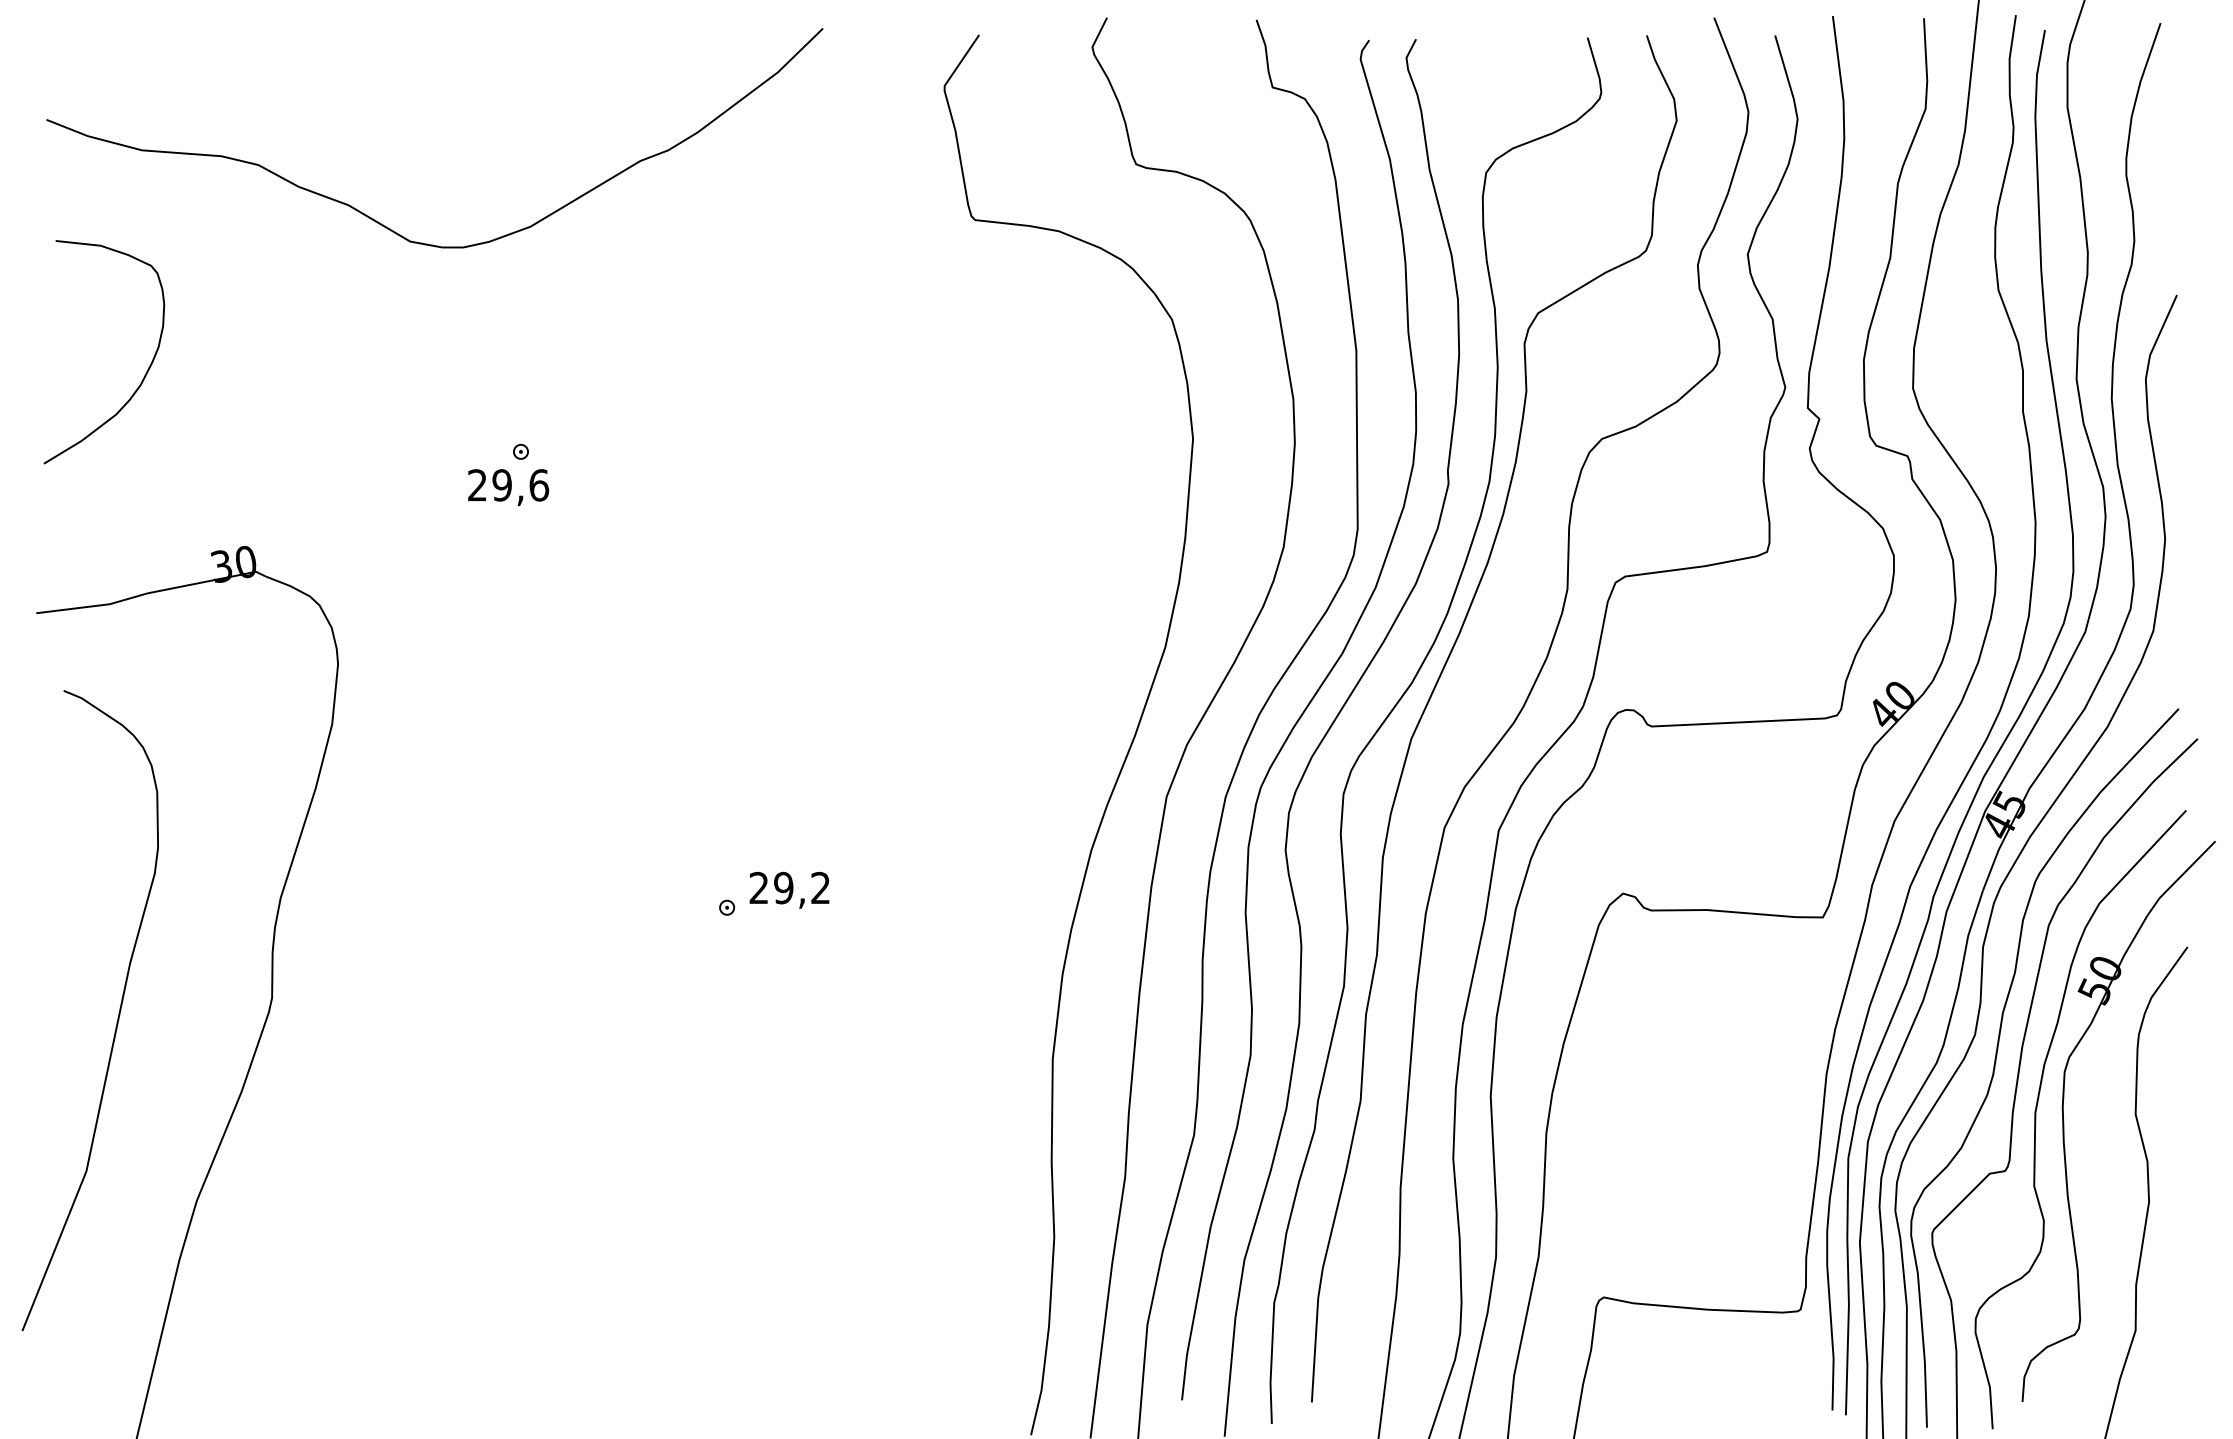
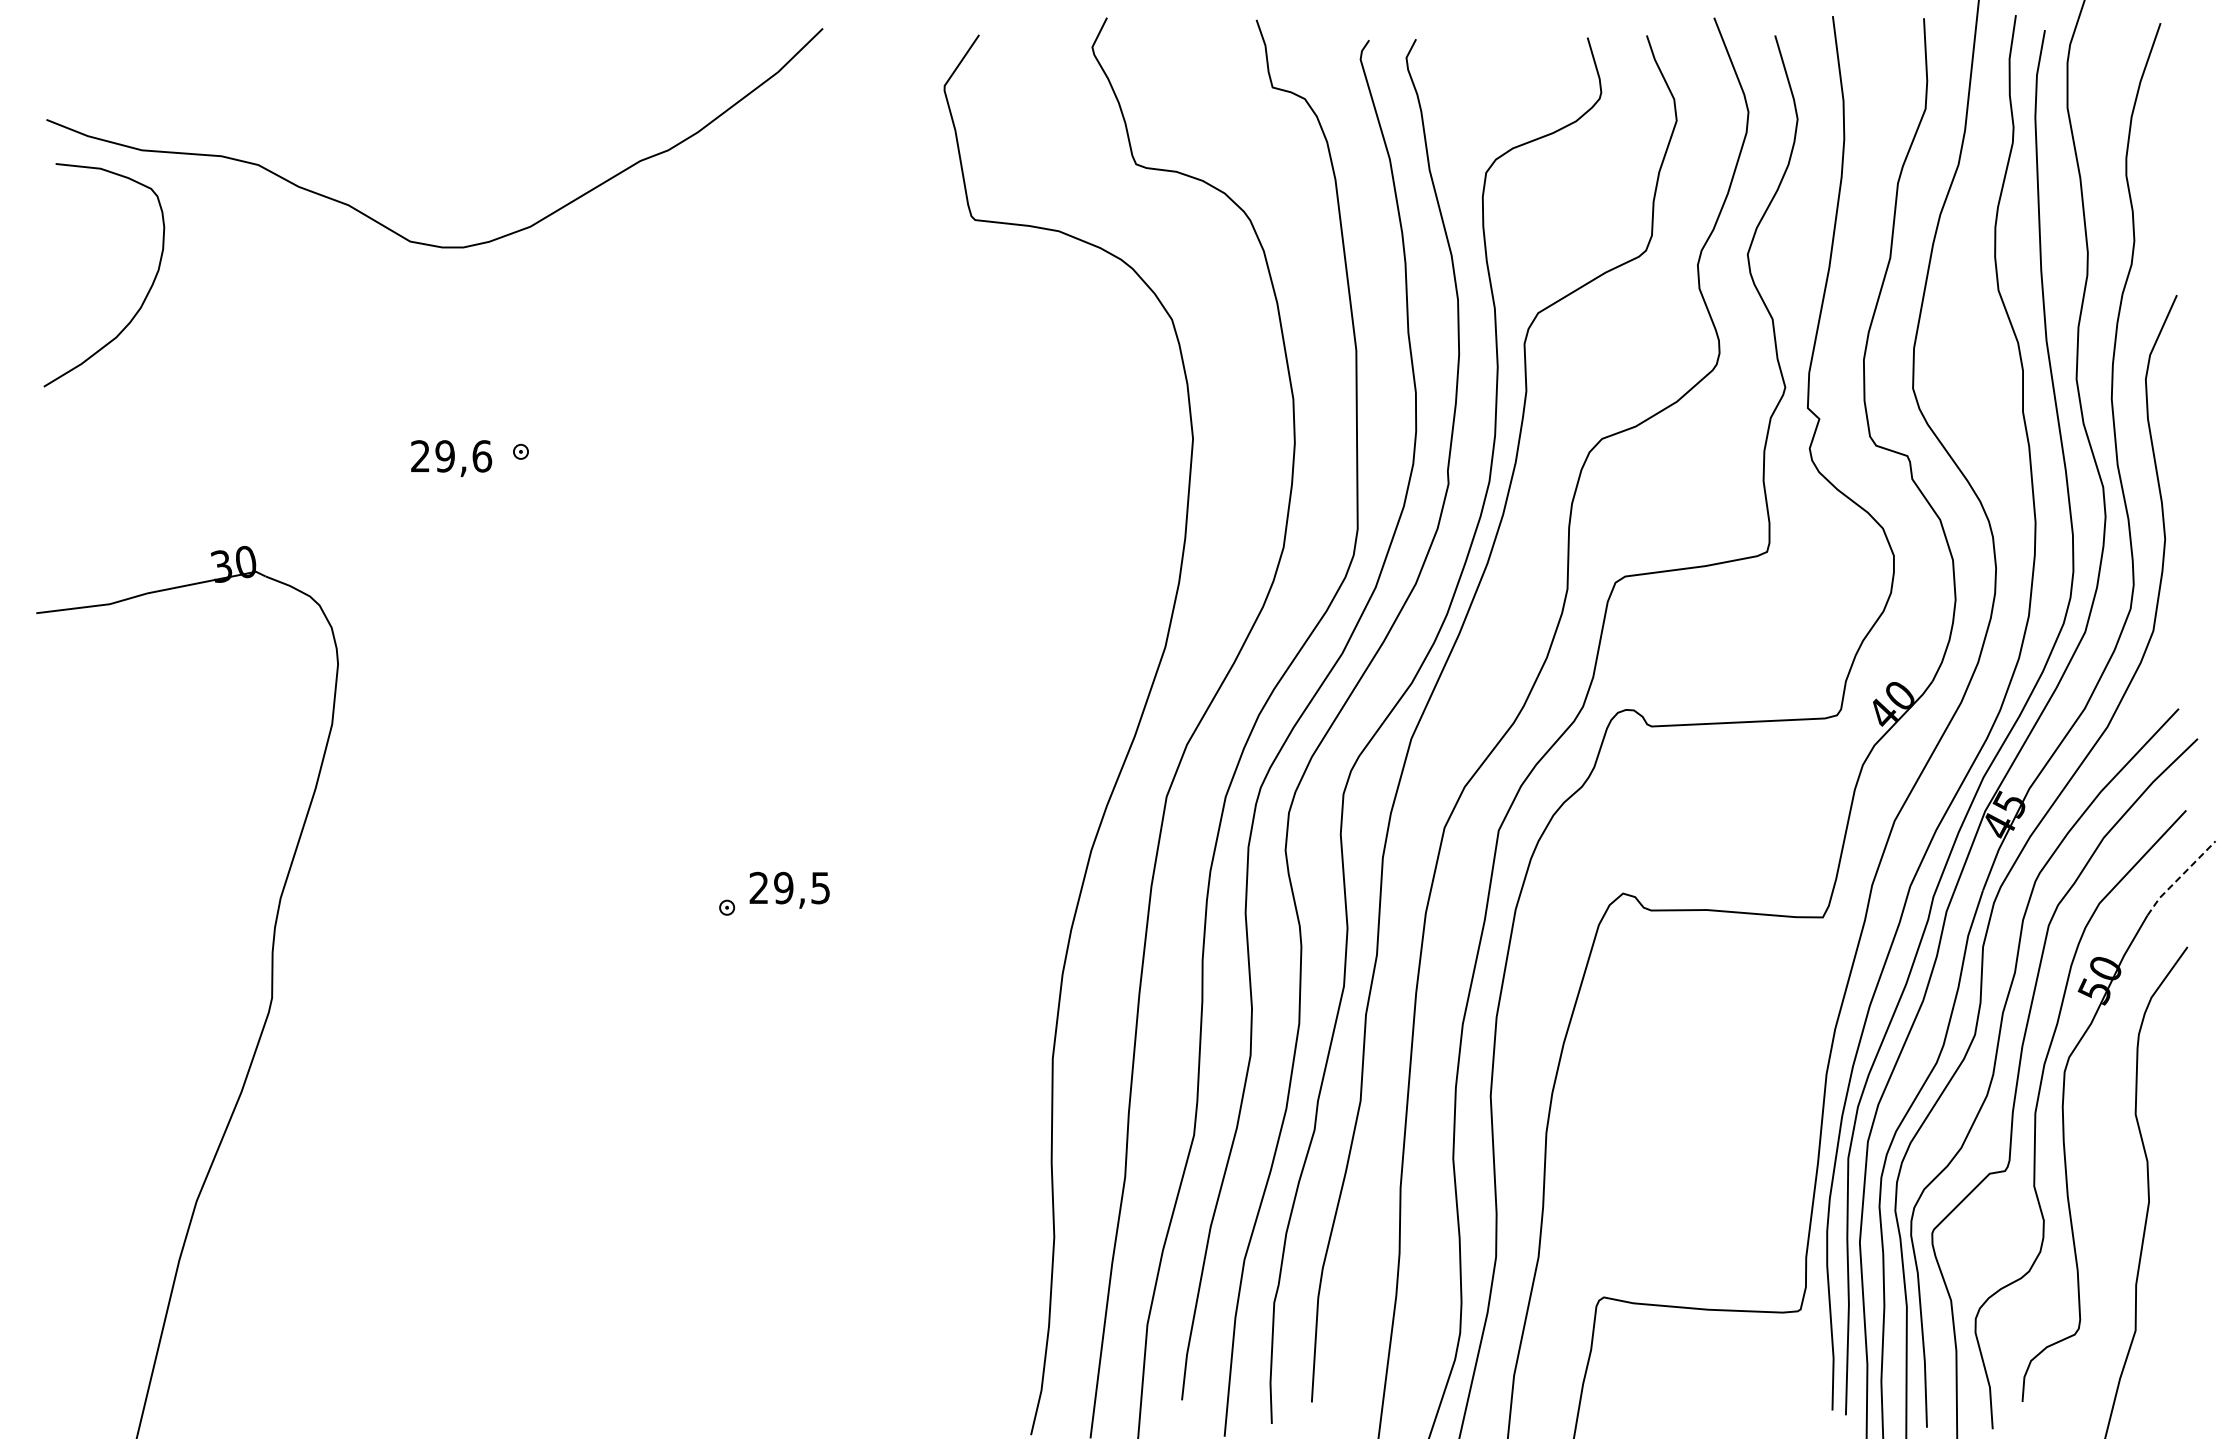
curve at (145, 373) position: (145, 373) -> (145, 296)
text at (508, 487) position: (508, 487) -> (451, 458)
line at (2179, 877): solid -> dashed
text at (820, 887): 29,2 -> 29,5
curve at (117, 1017): present -> none
